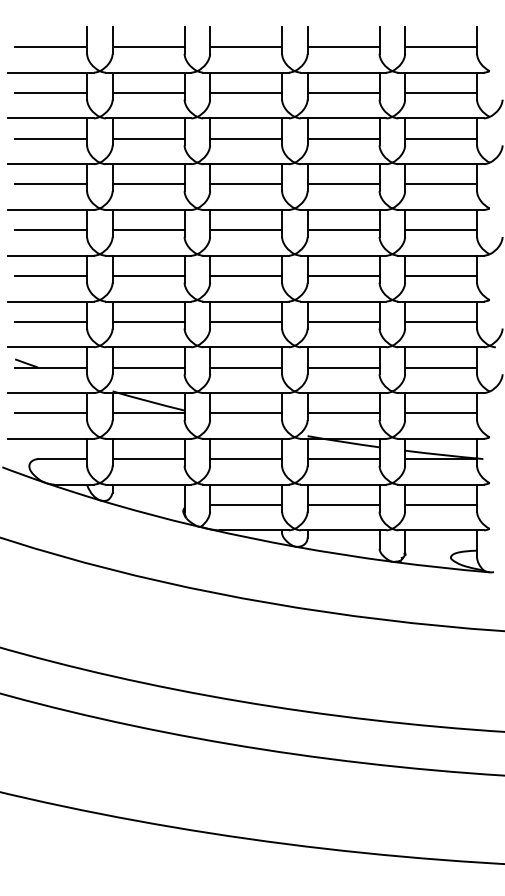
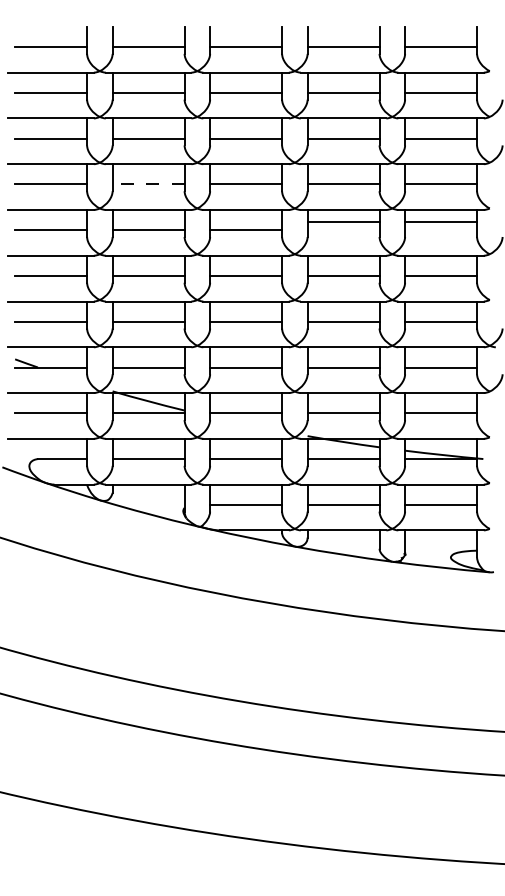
line at (148, 184): solid -> dashed
line at (343, 230) position: (343, 230) -> (343, 222)
line at (441, 230) position: (441, 230) -> (441, 222)
